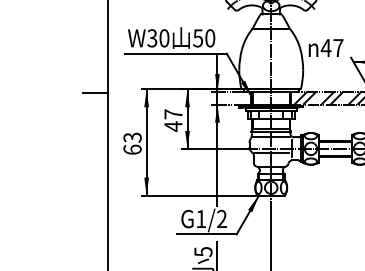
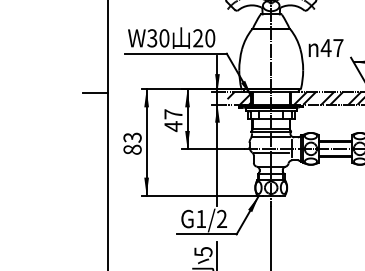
text at (198, 38): 50 -> 20
hatch at (239, 98): none -> present
text at (132, 149): 63 -> 83
